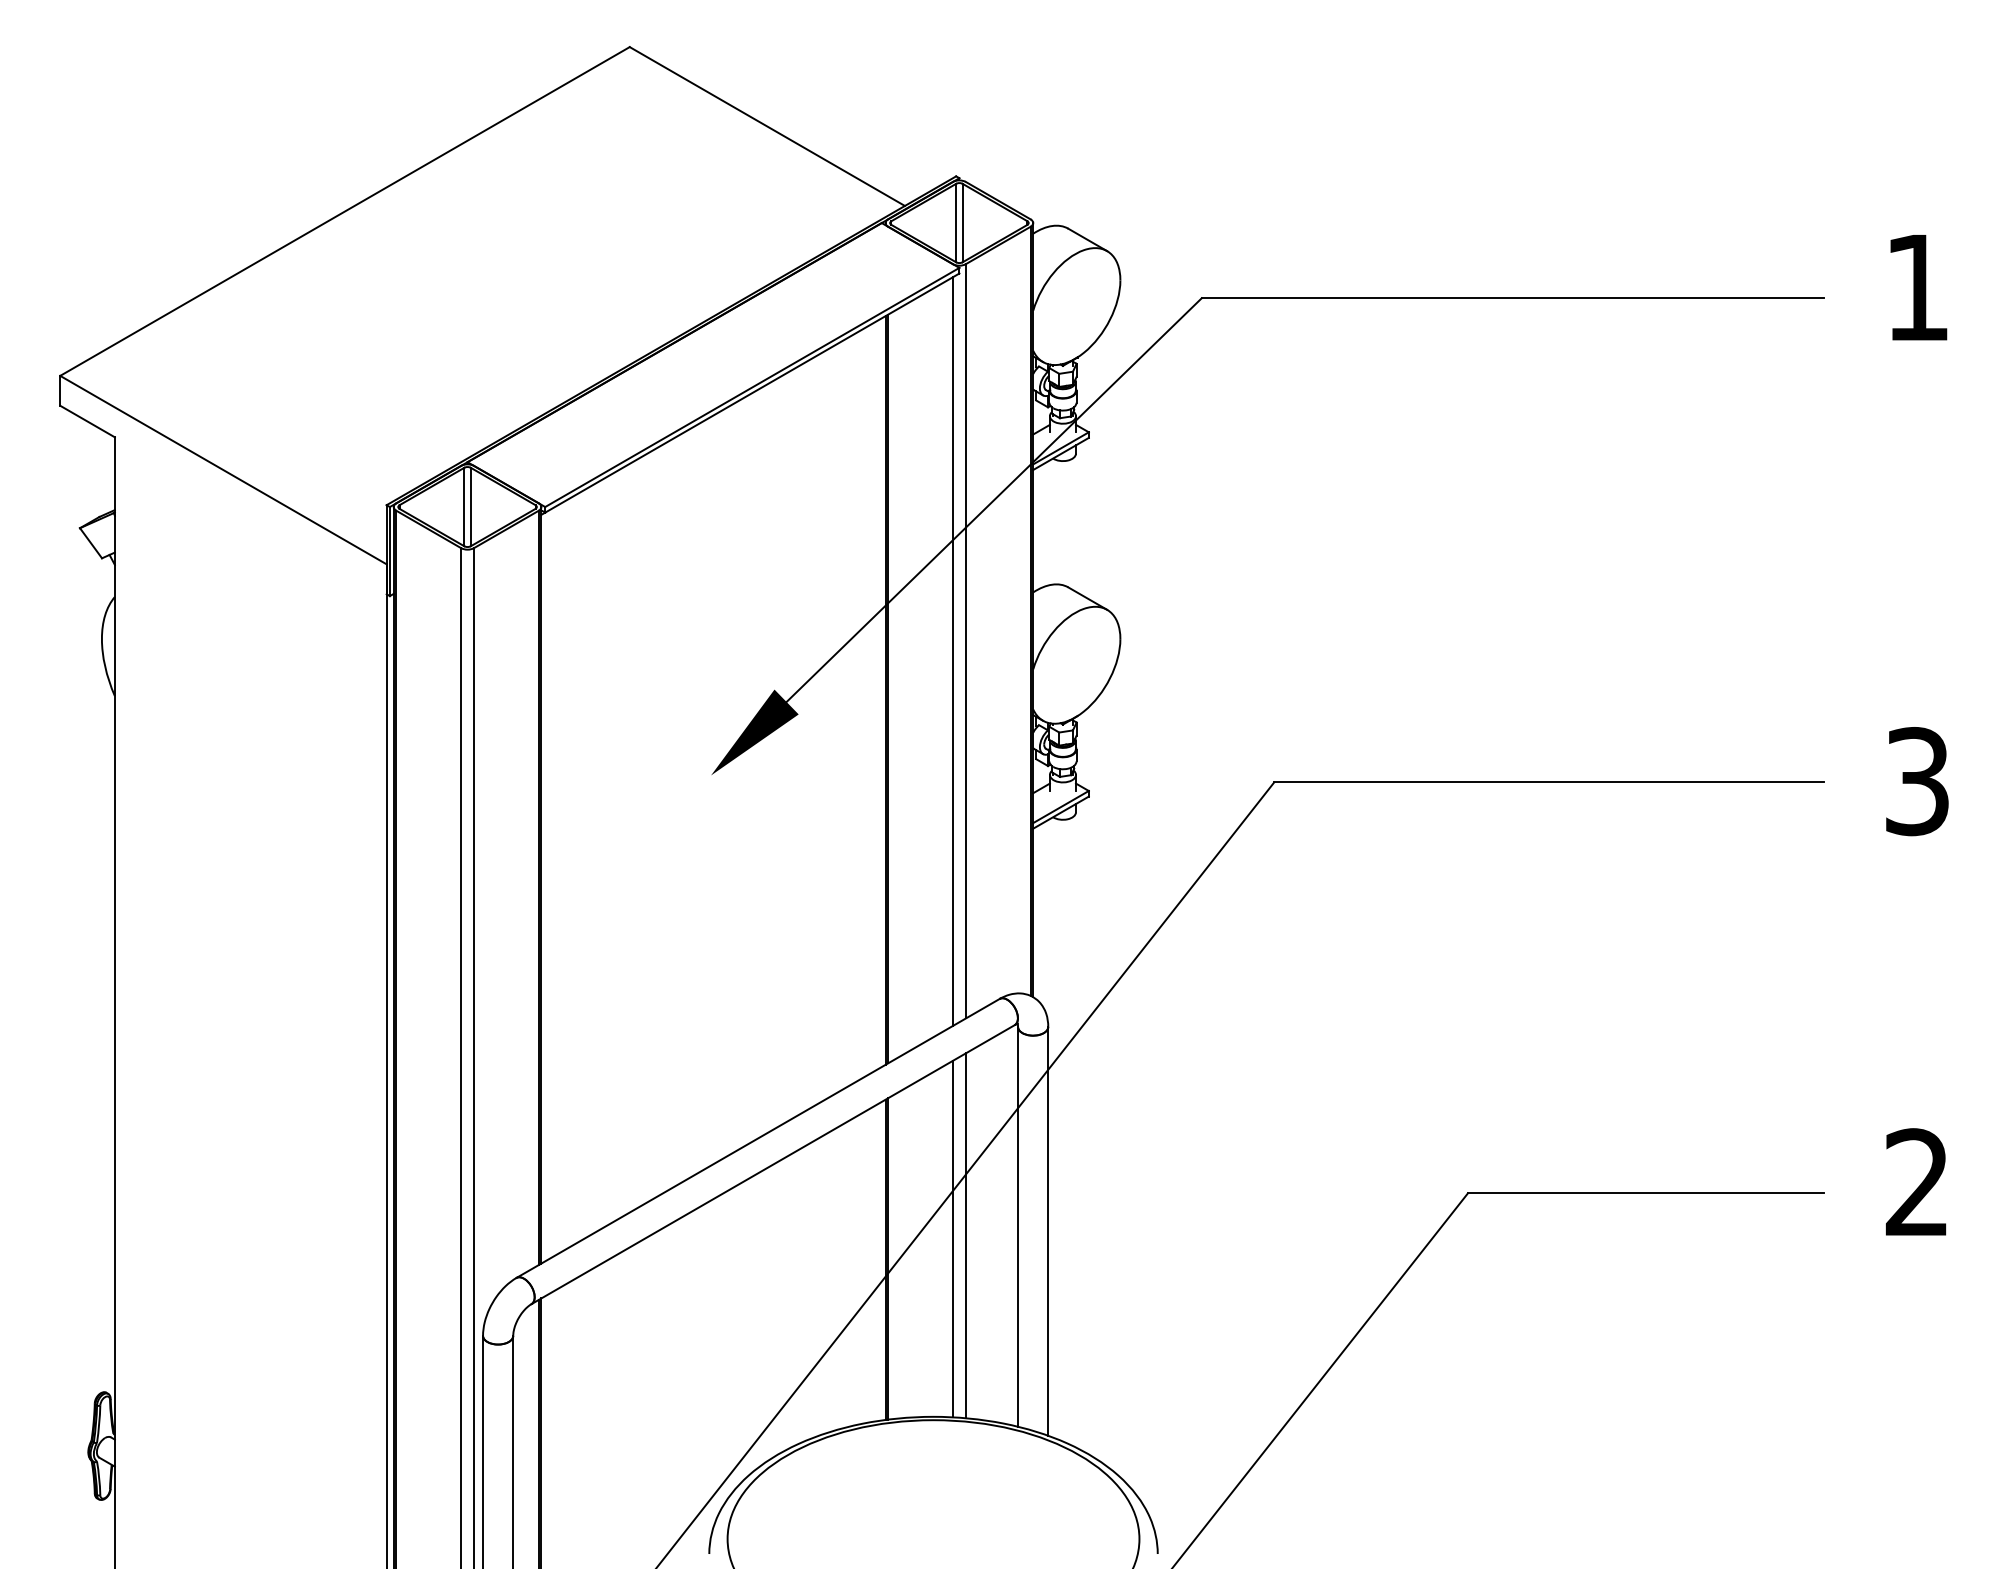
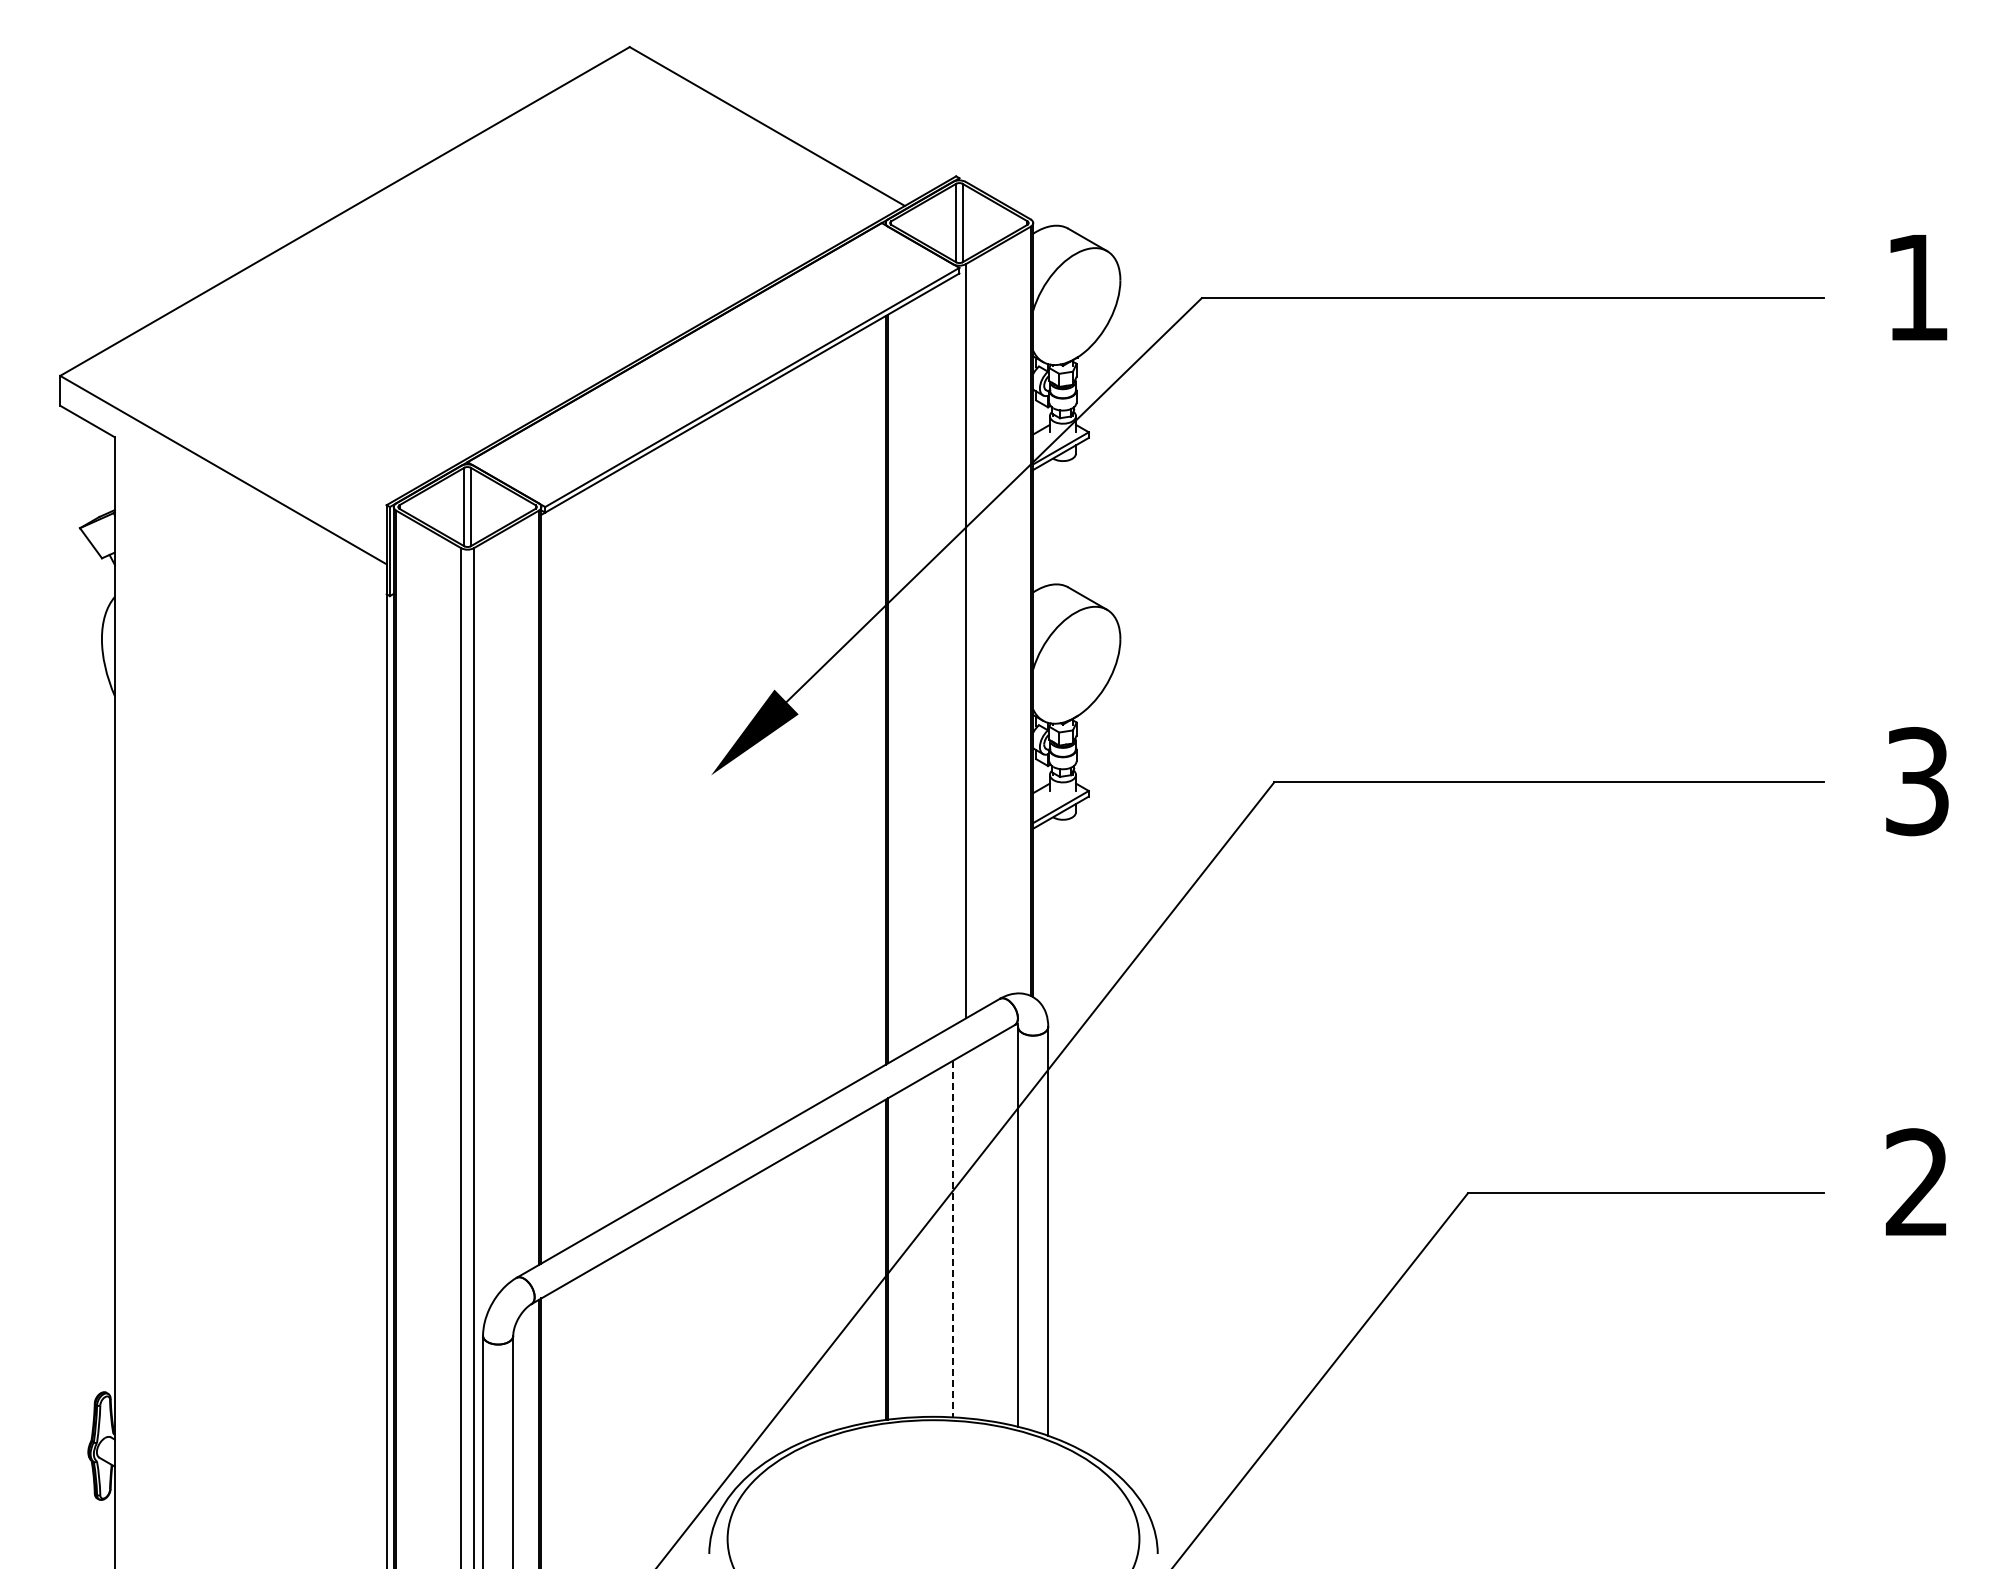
line at (952, 651): present -> none
line at (965, 1235): present -> none
line at (952, 1239): solid -> dashed
